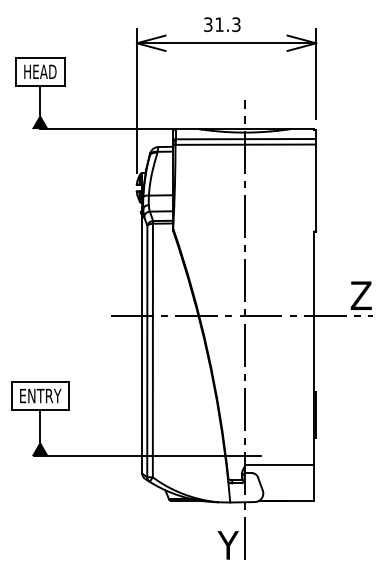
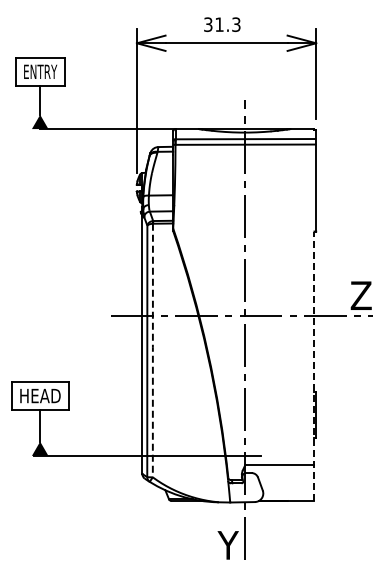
text at (40, 71): HEAD -> ENTRY
line at (152, 349): solid -> dashed
line at (314, 366): solid -> dashed
text at (40, 395): ENTRY -> HEAD
